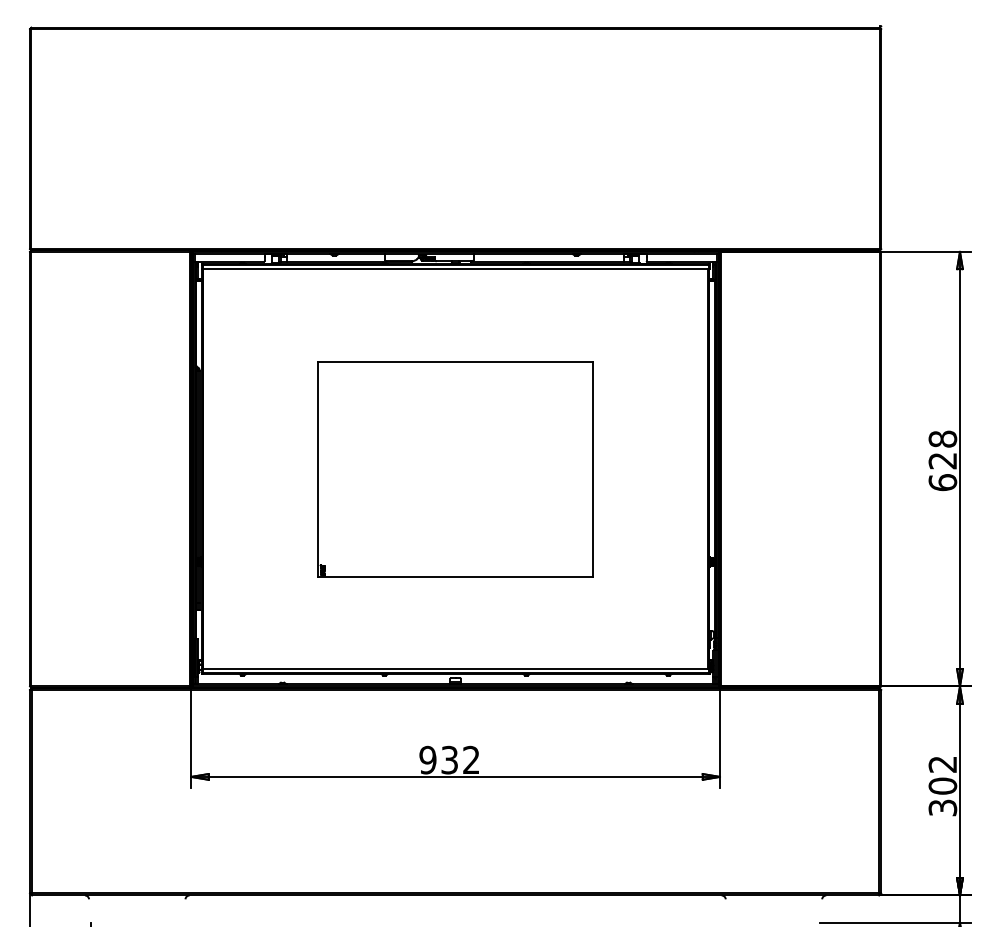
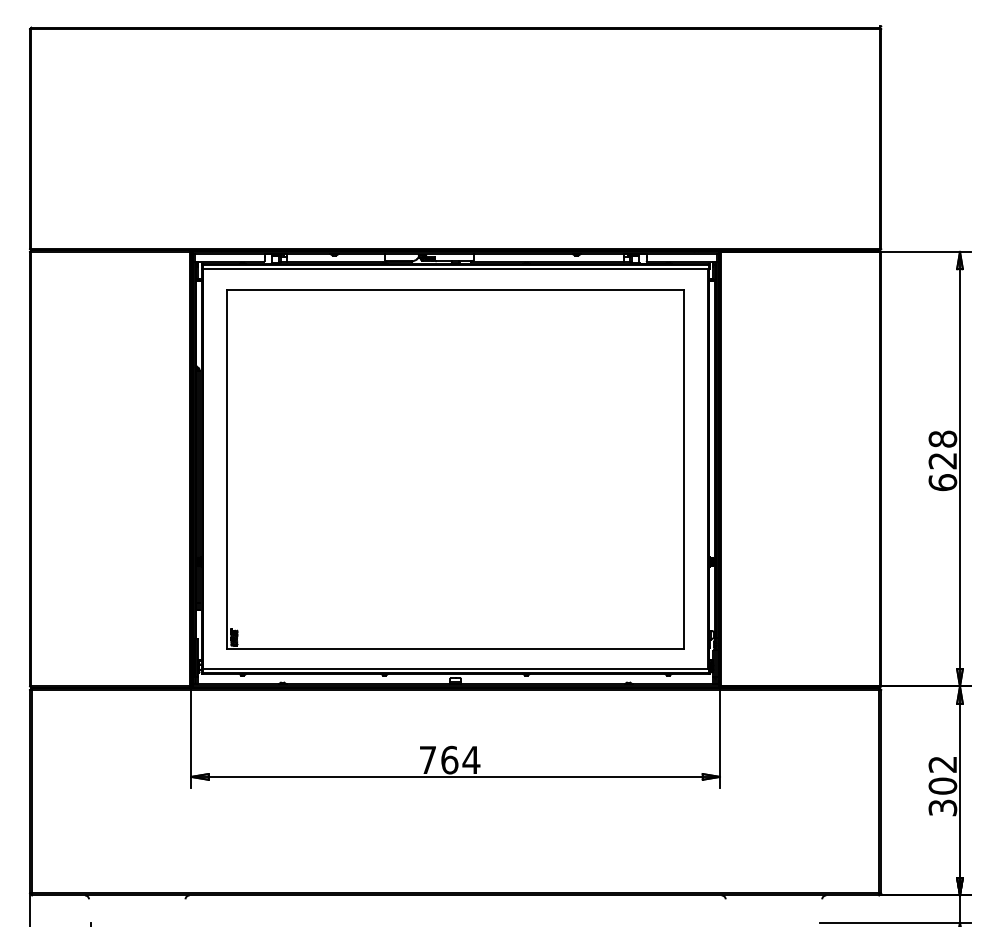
part at (455, 469) size: 277x217 px -> 459x361 px
text at (449, 759): 932 -> 764
